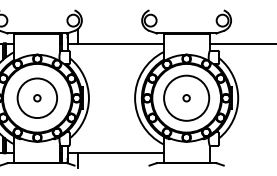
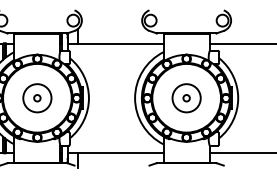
circle at (186, 97) diameter: 45 px -> 28 px
circle at (37, 98) diameter: 40 px -> 28 px
line at (241, 152): none -> present
